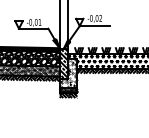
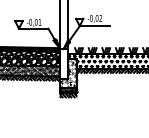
hatch at (63, 63): present -> none
